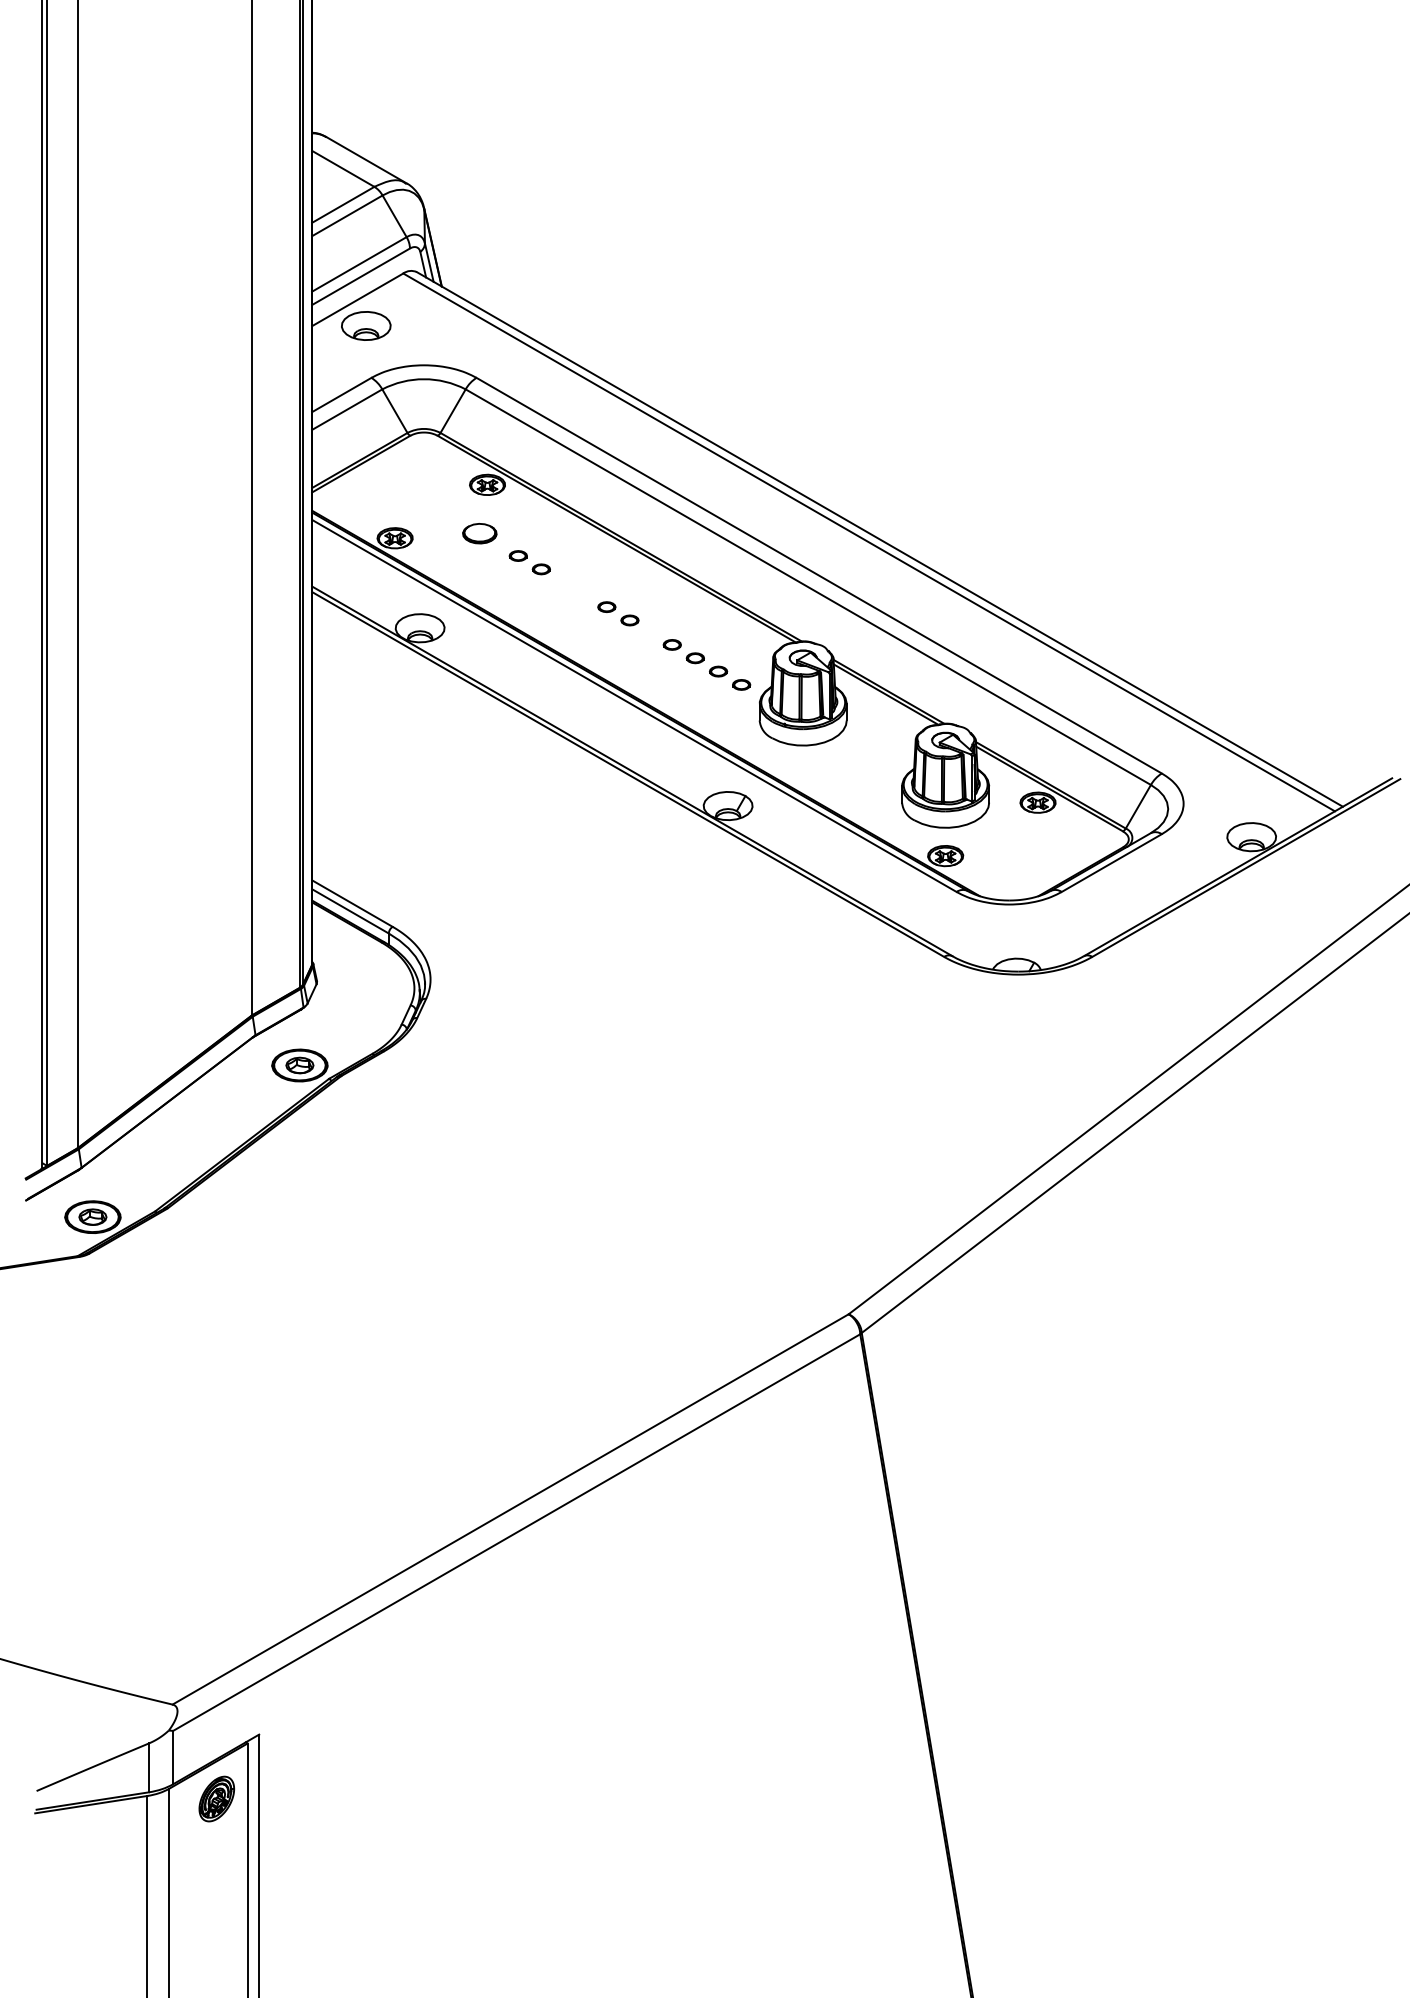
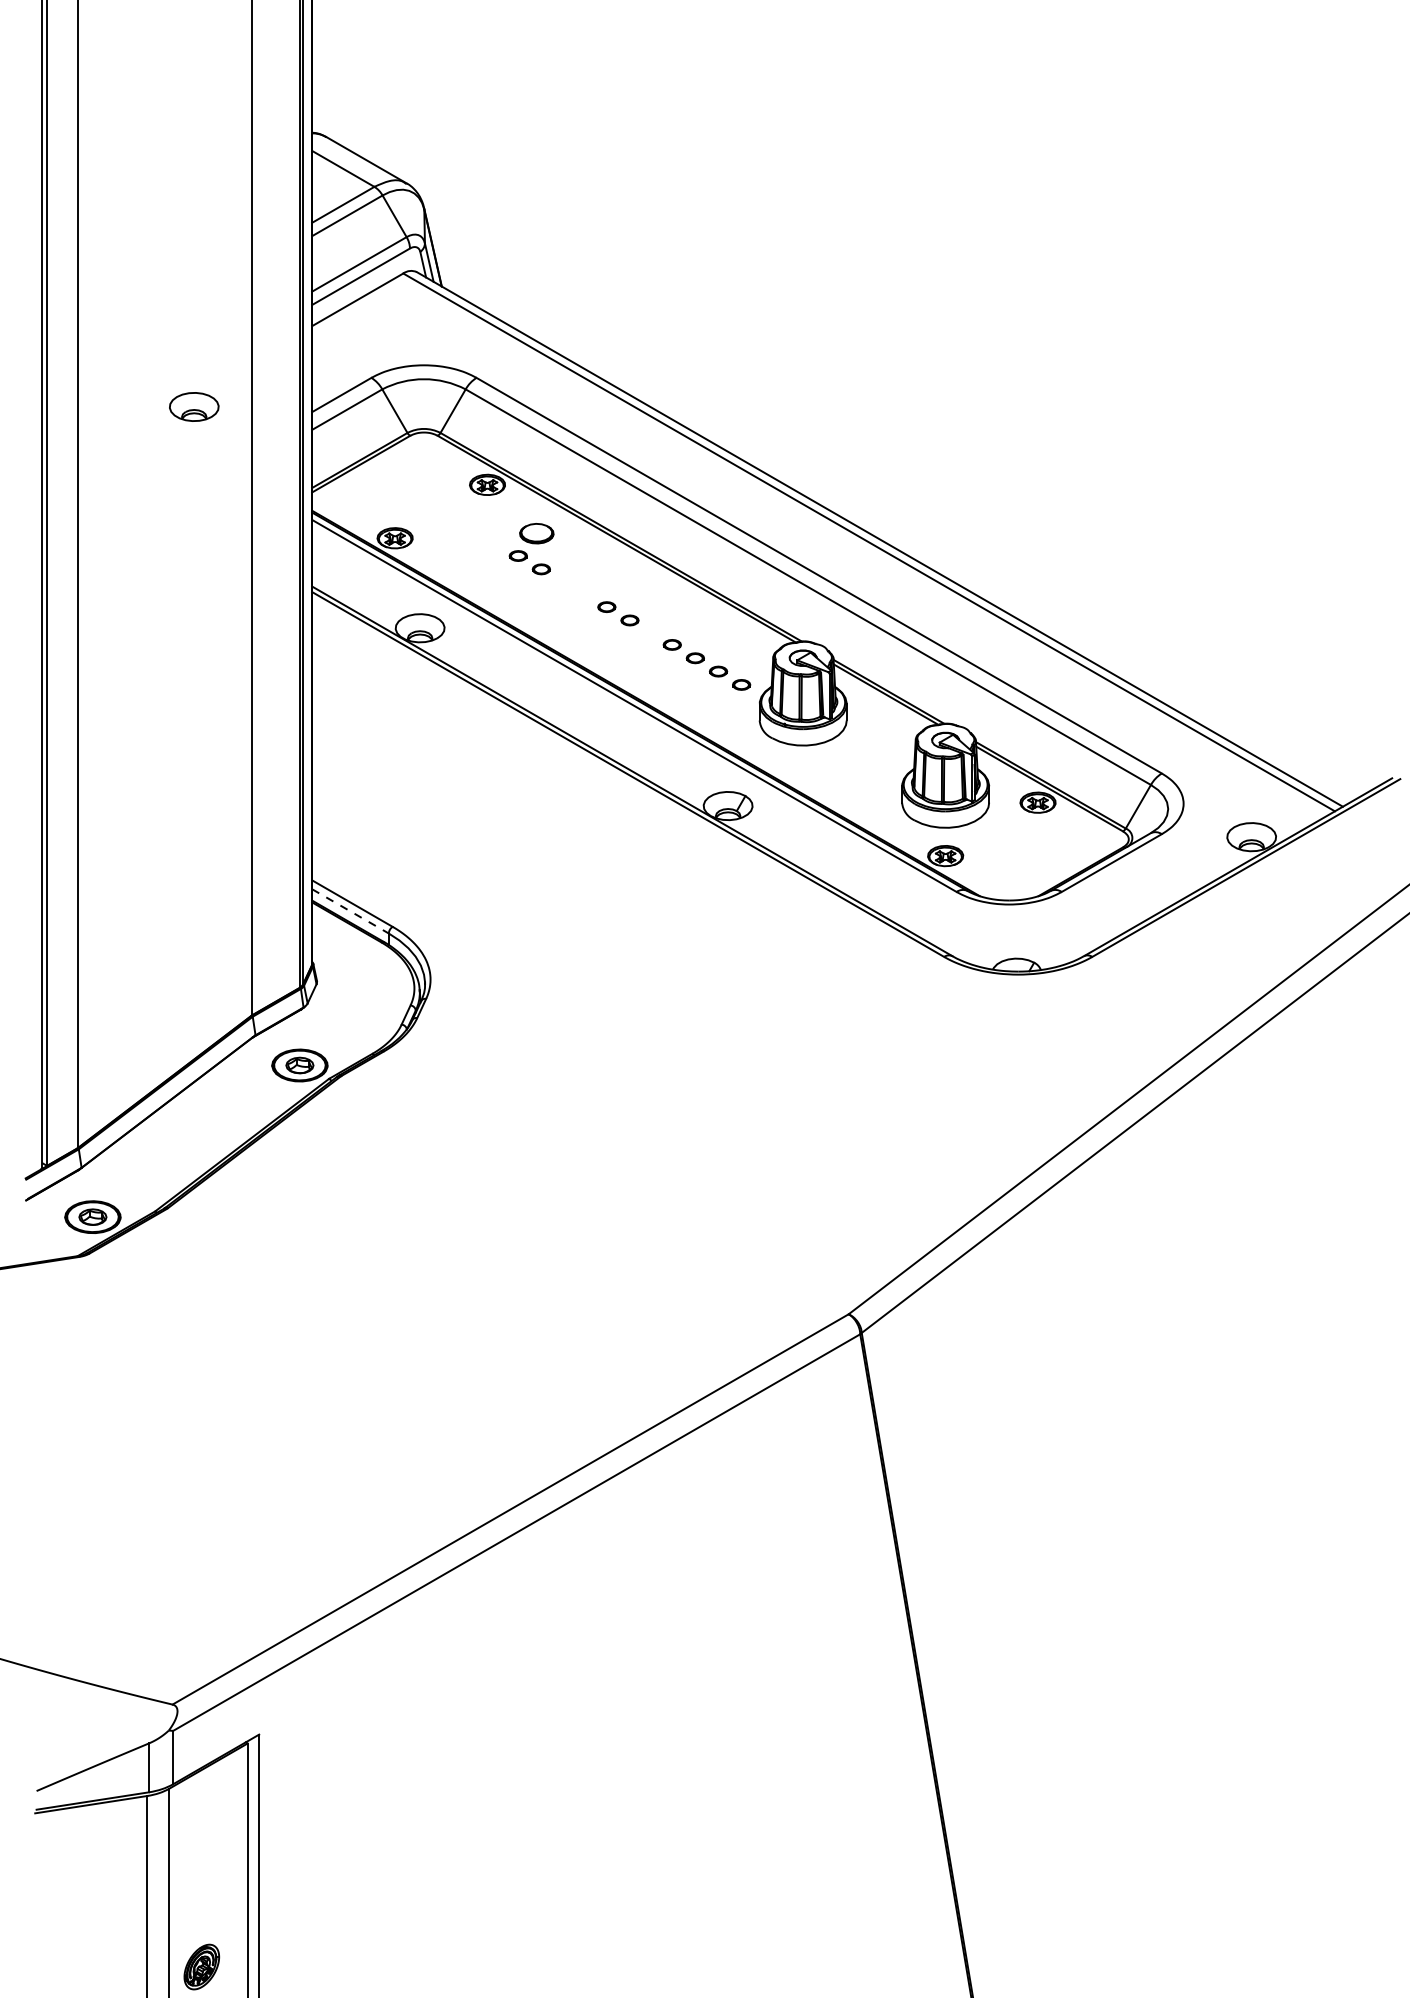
part at (366, 325) position: (366, 325) -> (194, 406)
part at (479, 533) position: (479, 533) -> (536, 533)
line at (350, 911): solid -> dashed
part at (216, 1798) position: (216, 1798) -> (201, 1966)
